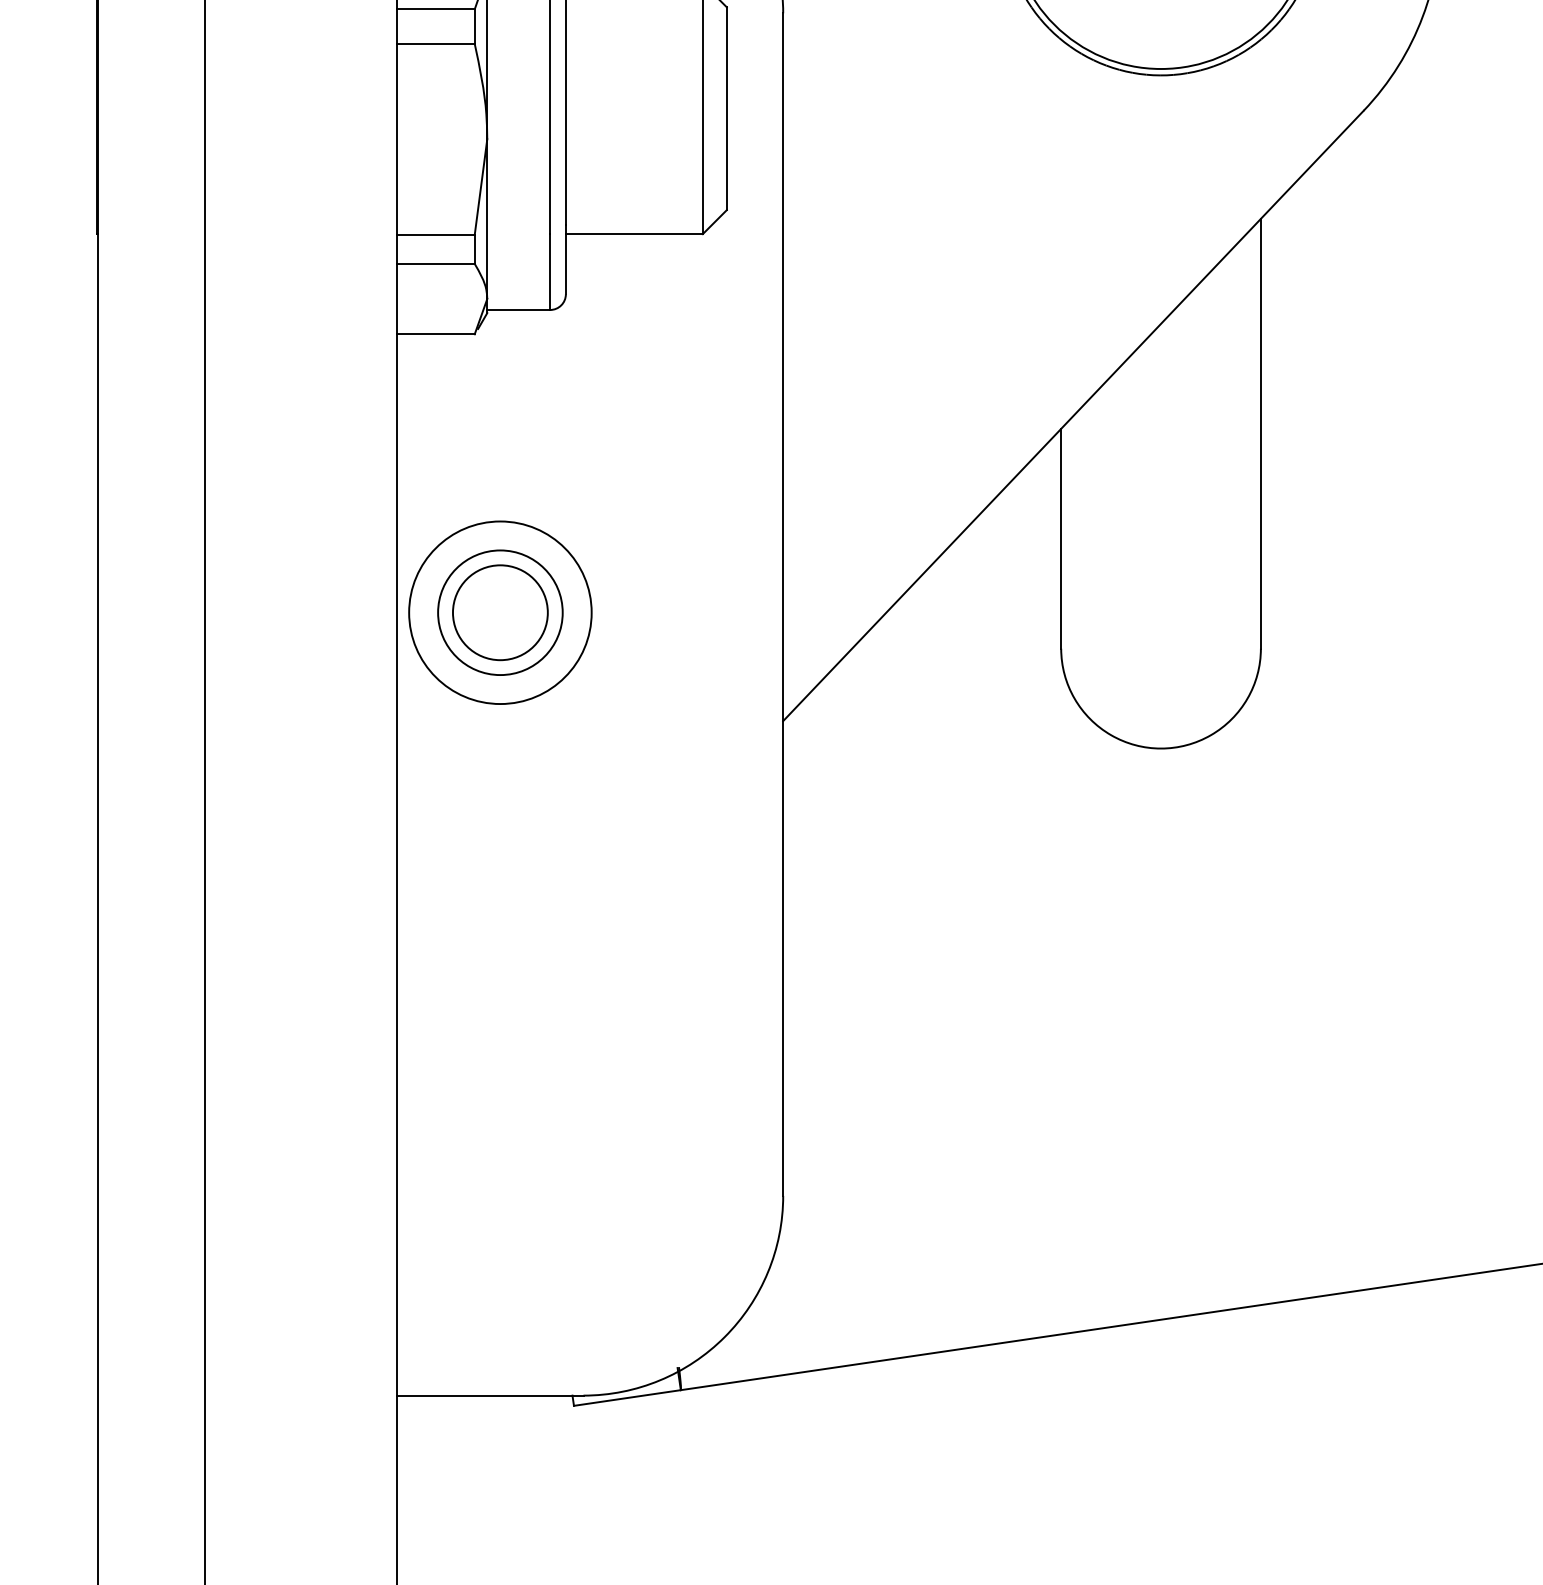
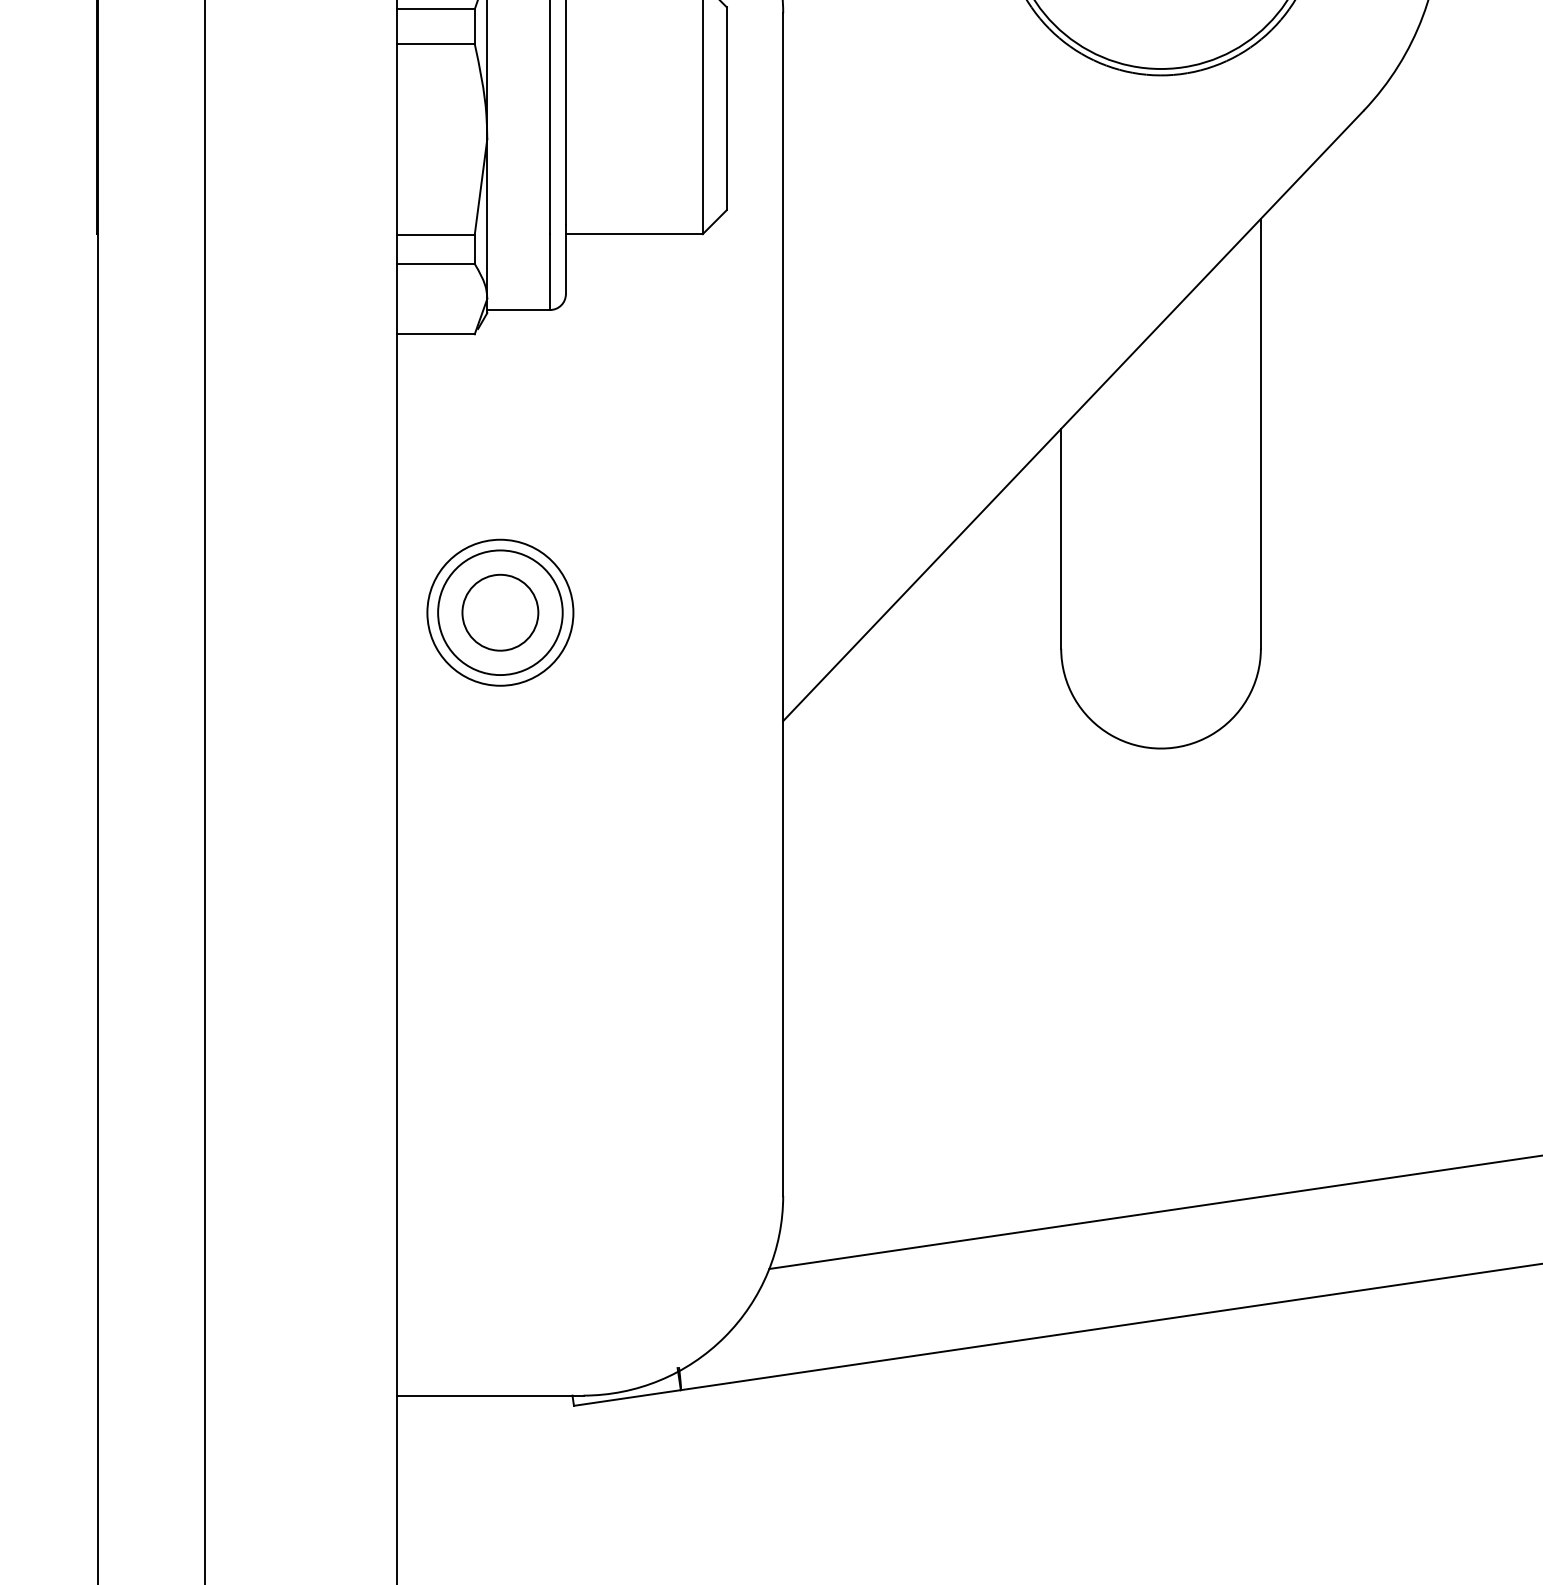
circle at (499, 612) diameter: 95 px -> 76 px
circle at (500, 612) diameter: 183 px -> 146 px
line at (1154, 1212): none -> present
